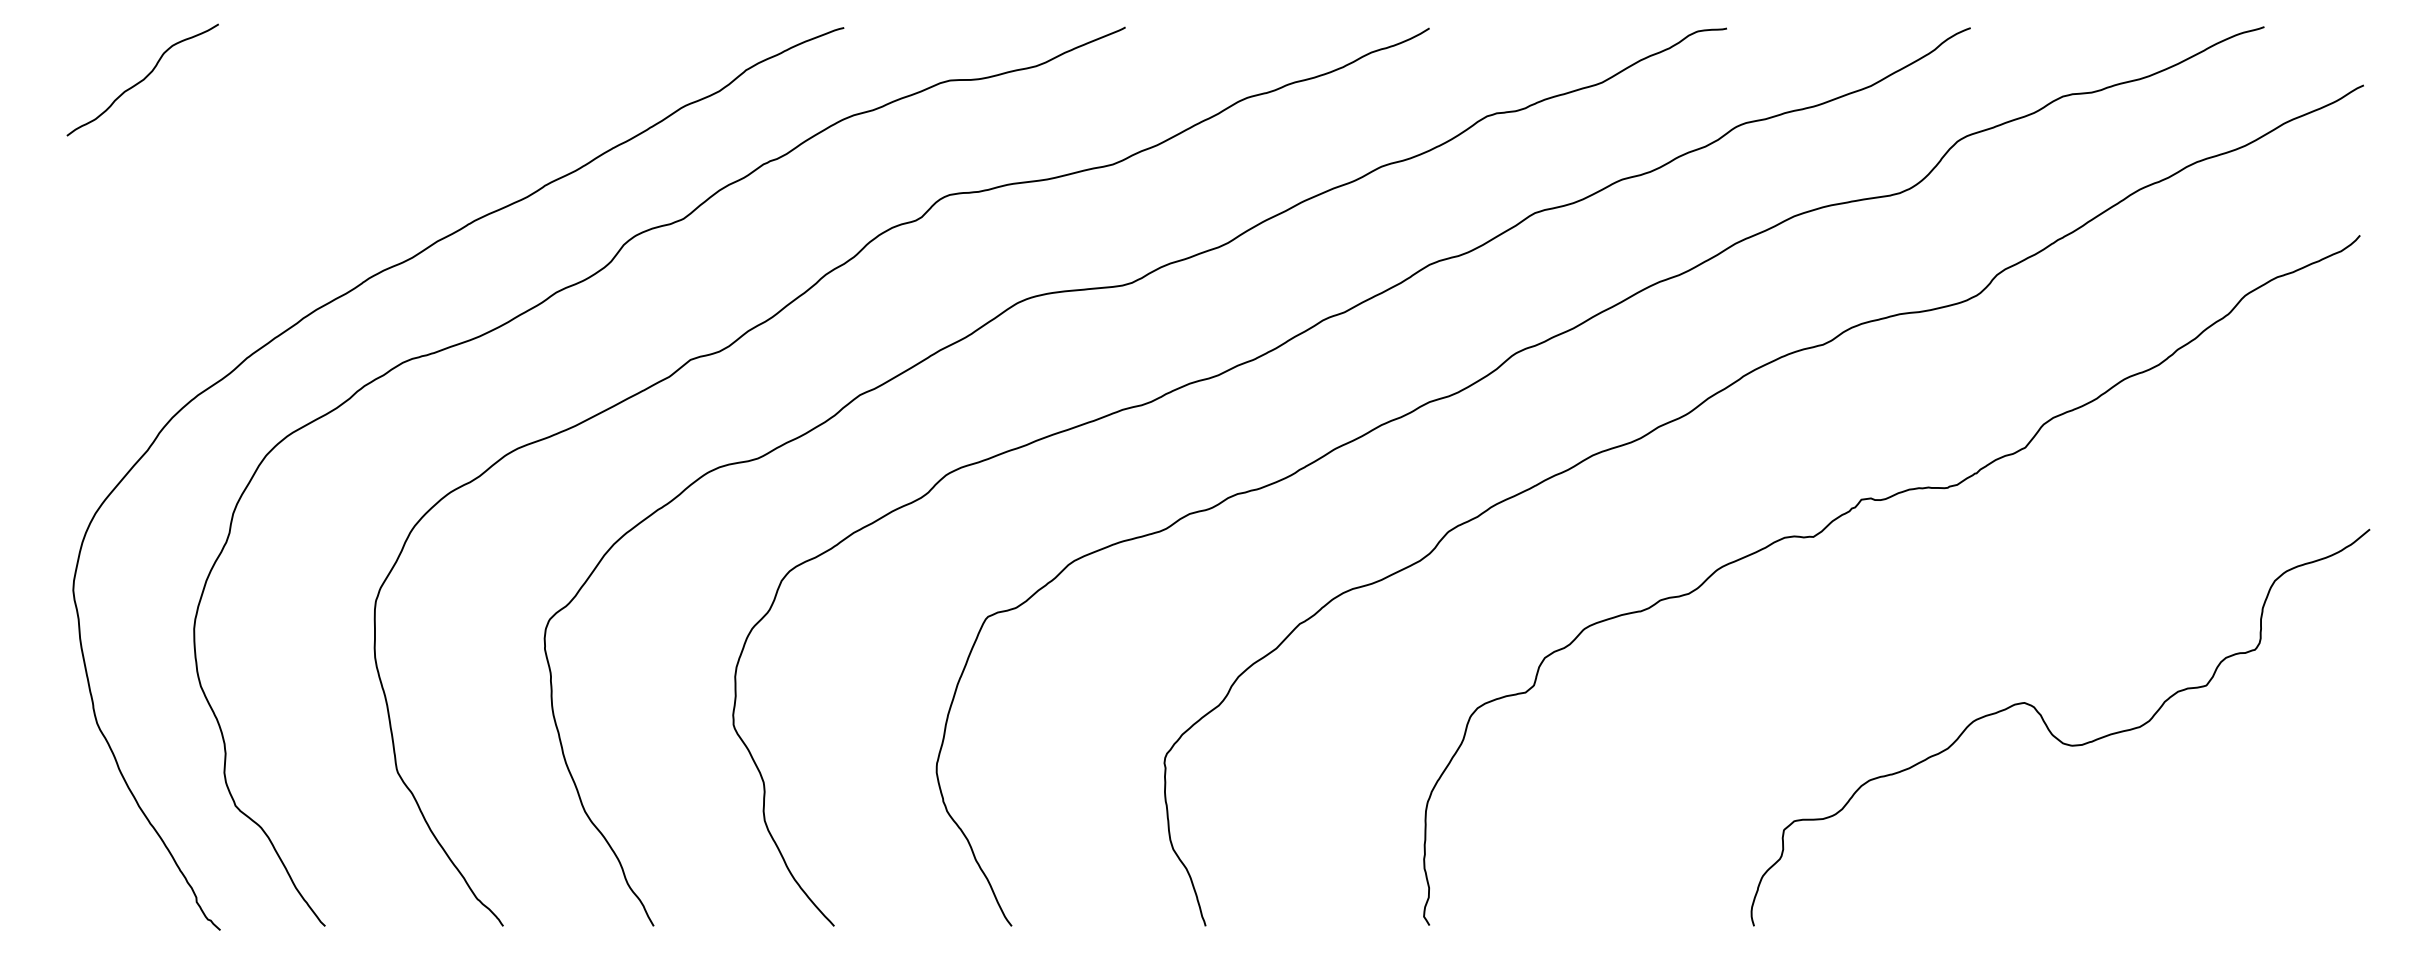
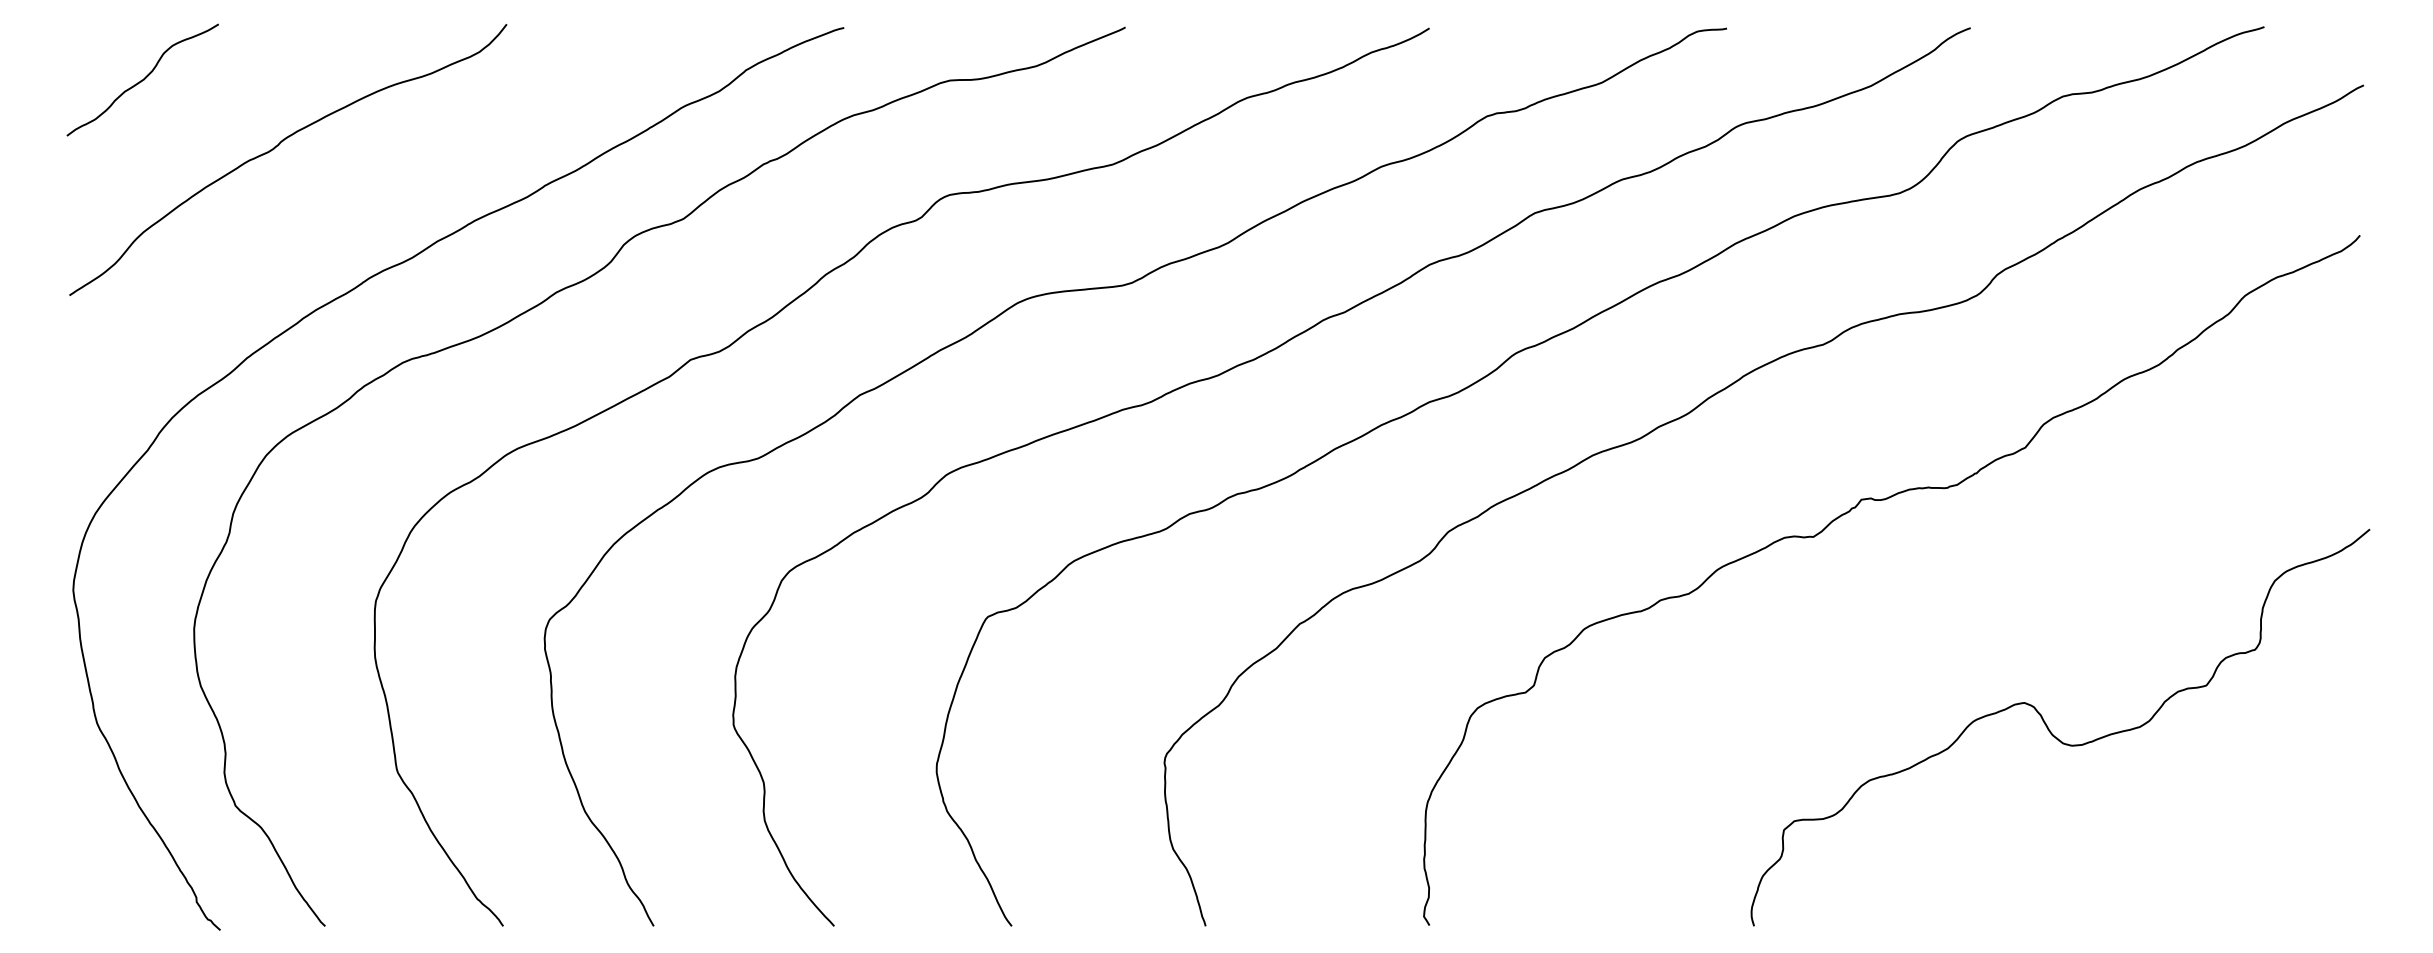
curve at (278, 146): none -> present
